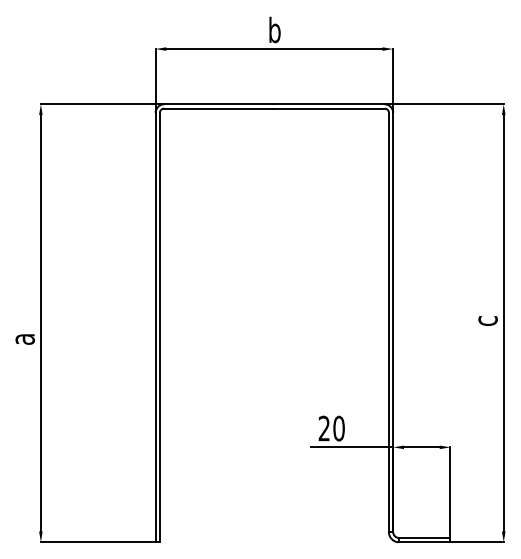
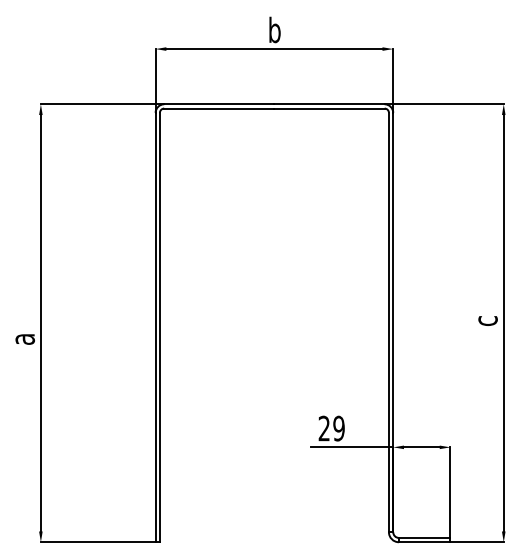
text at (338, 428): 20 -> 29
